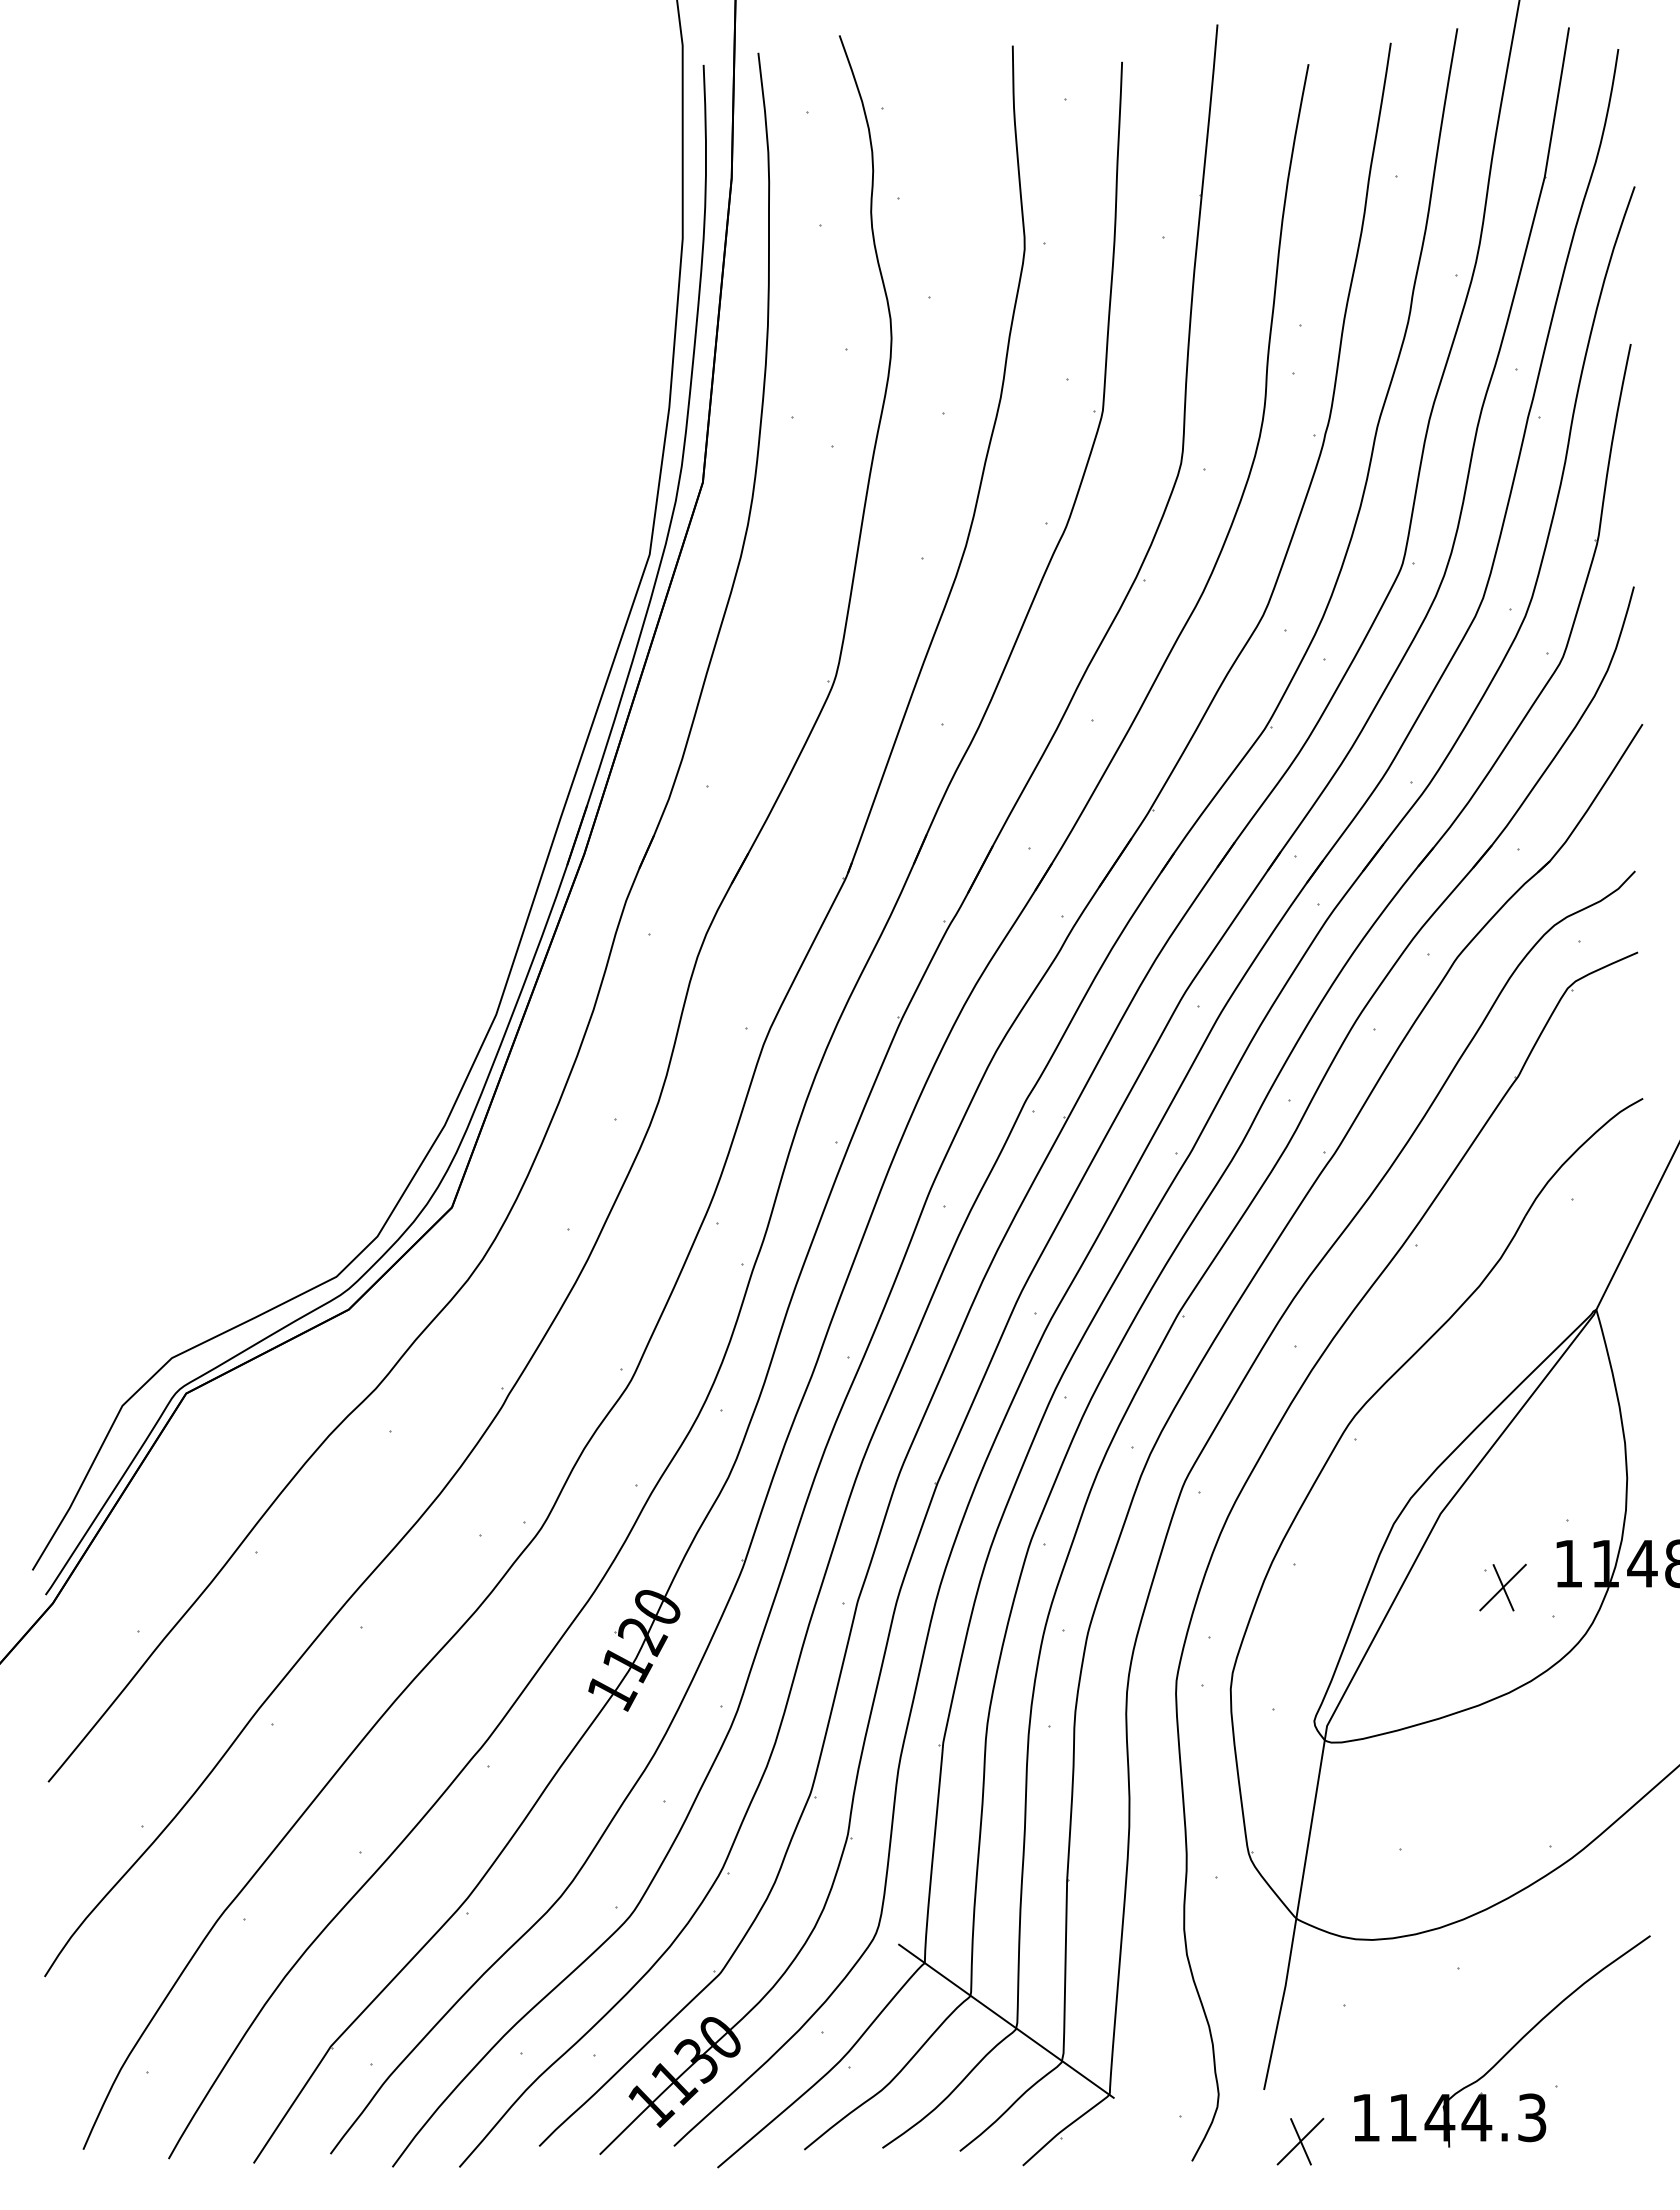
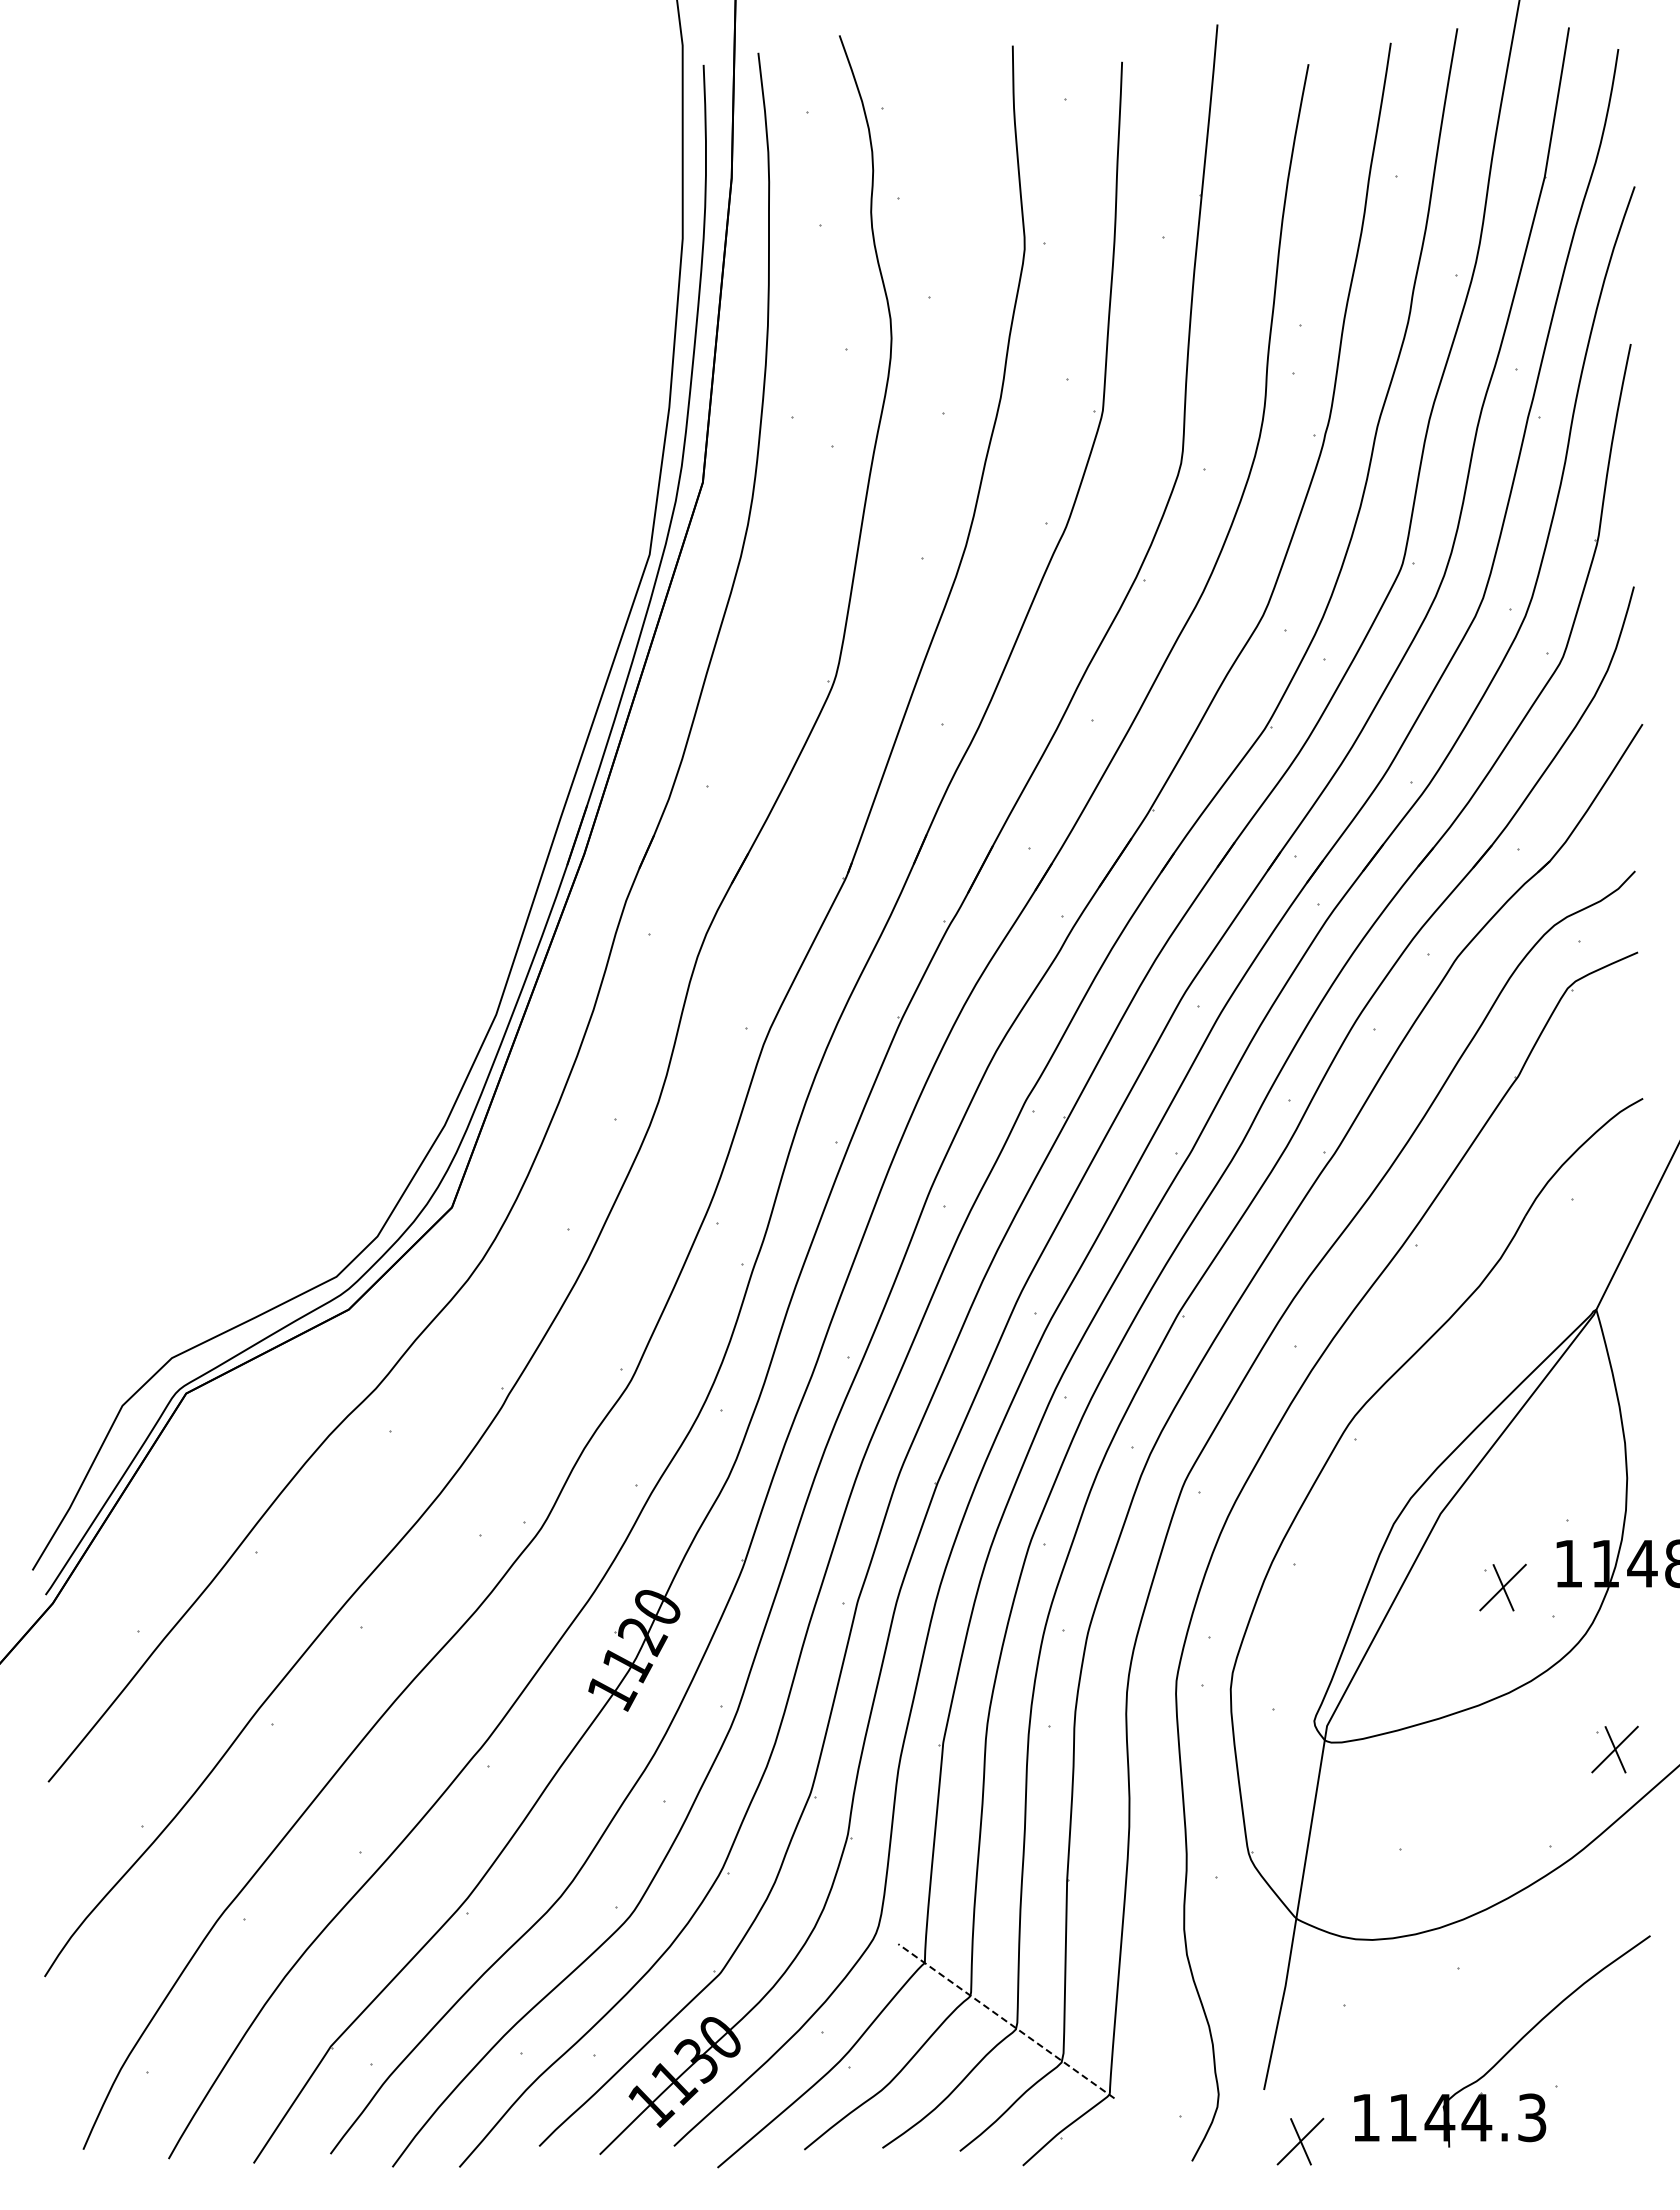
part at (1614, 1749): none -> present
line at (1006, 2021): solid -> dashed
